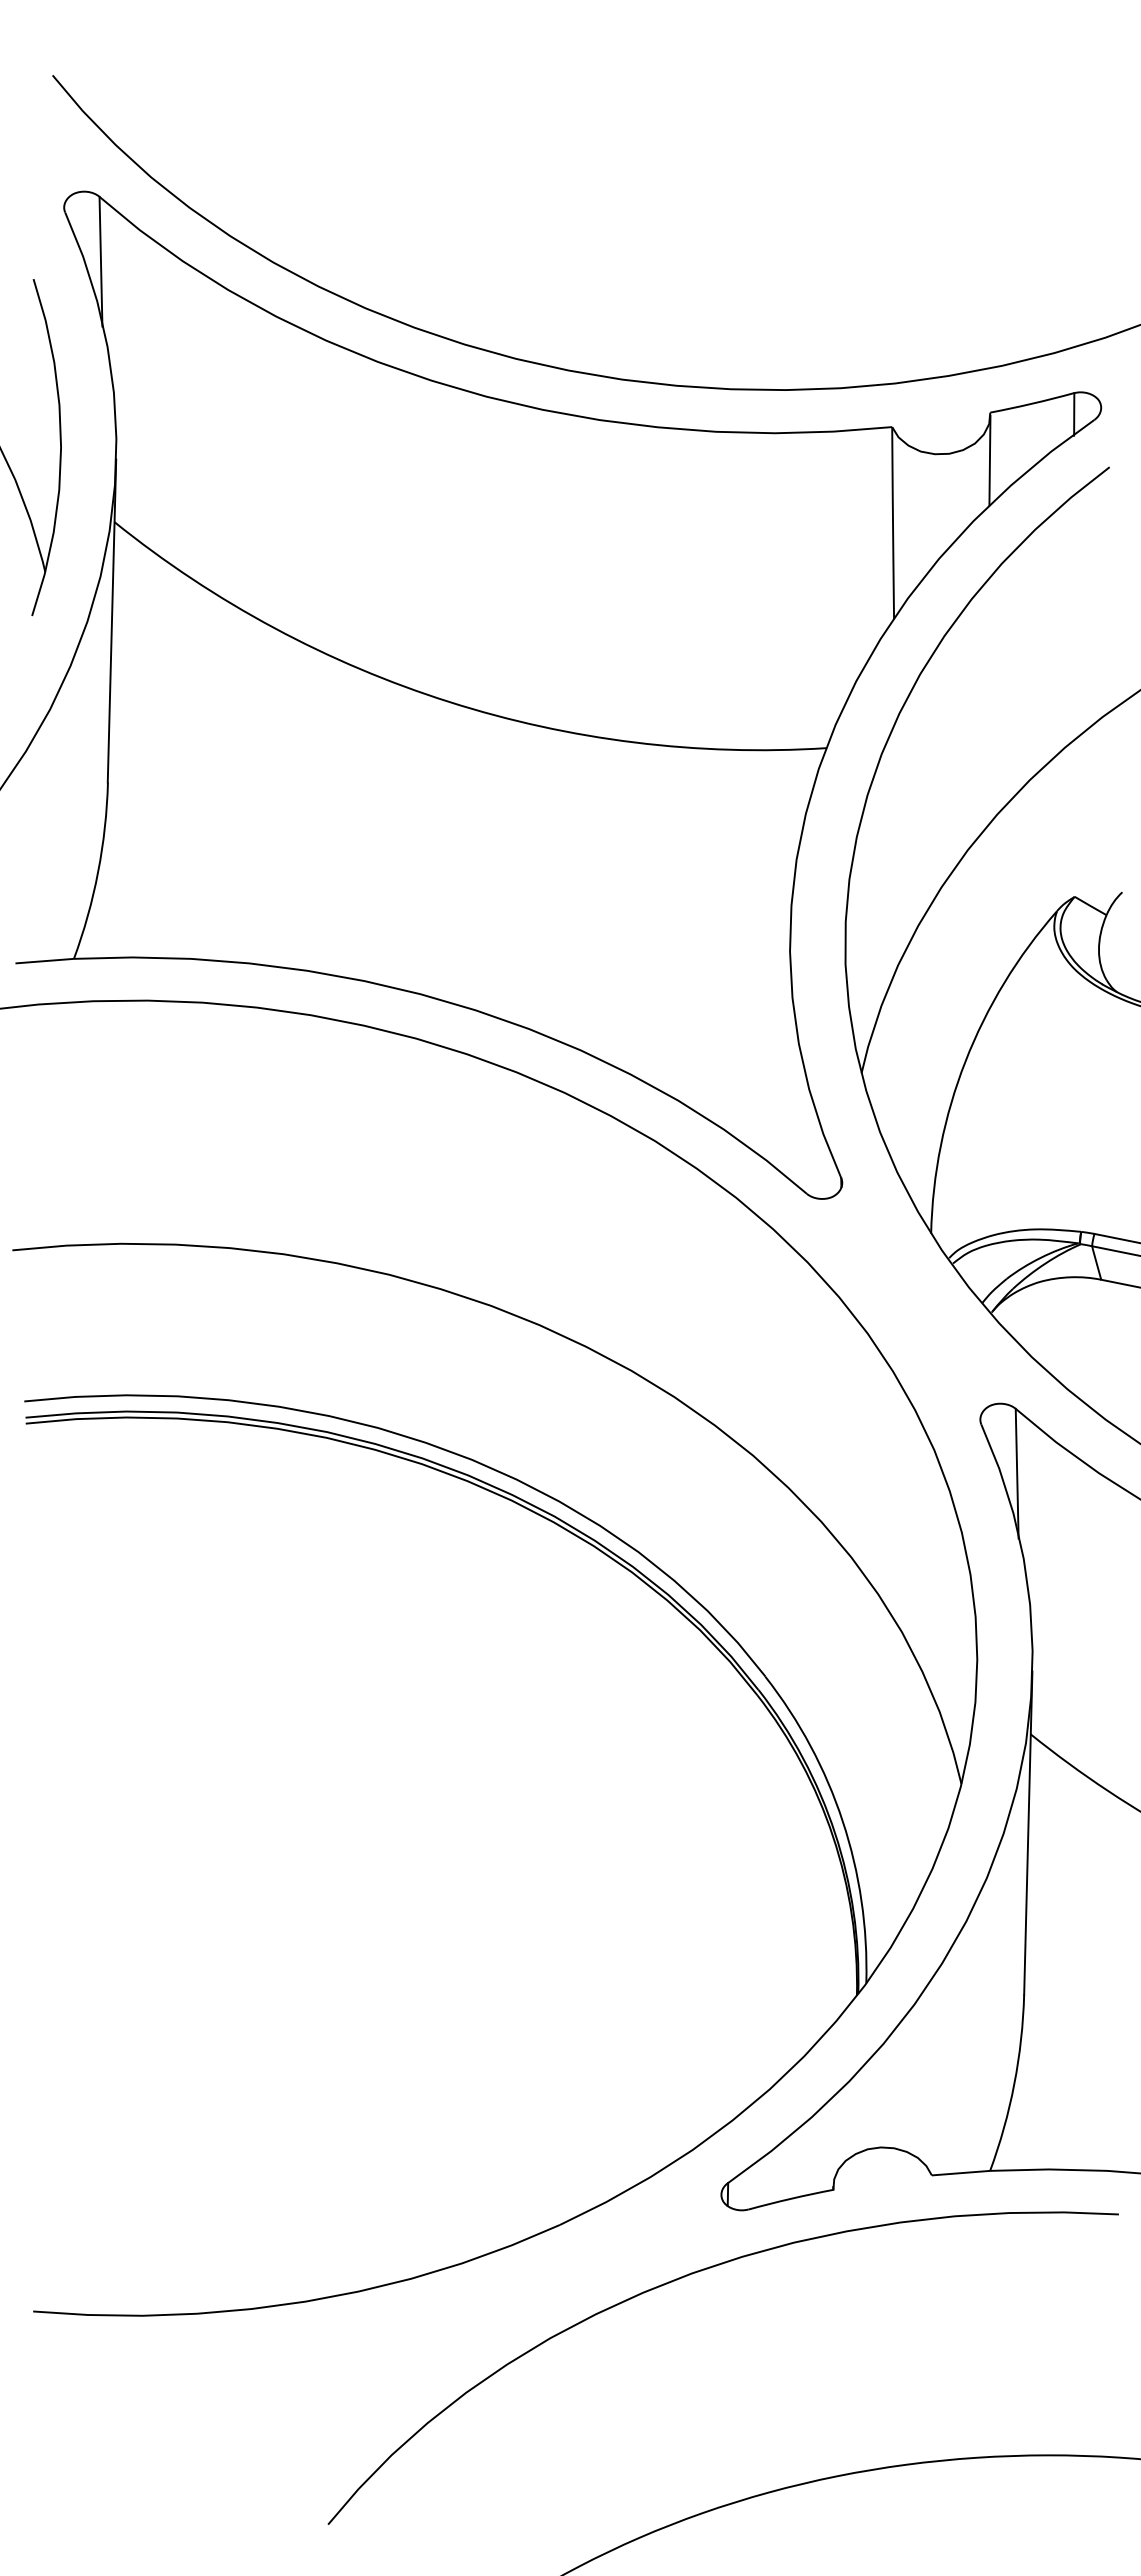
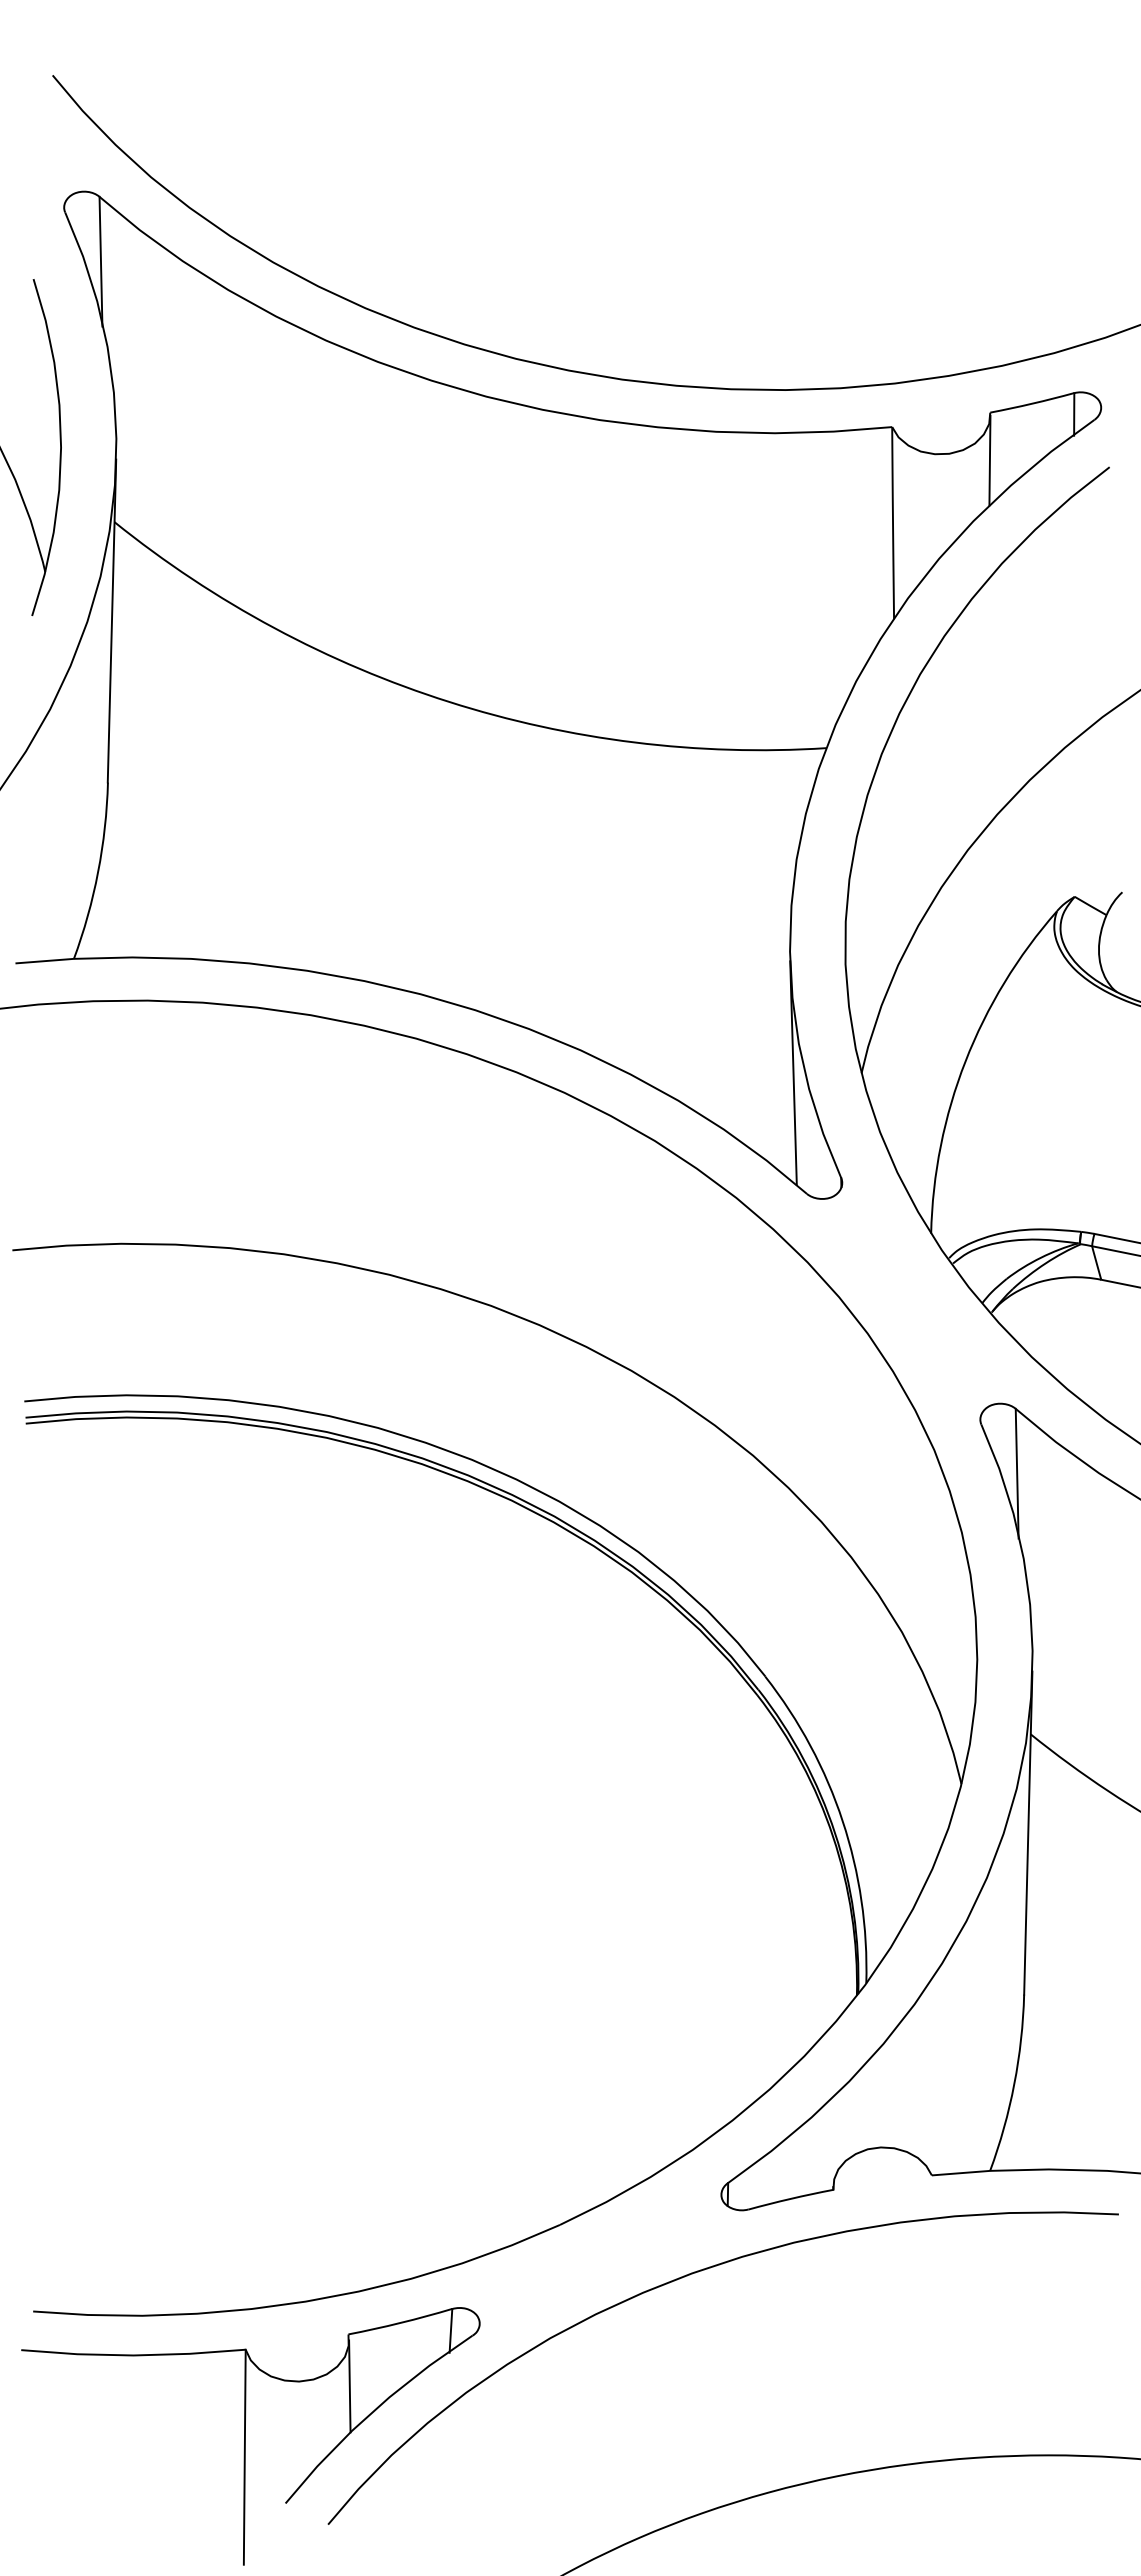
line at (793, 1073): none -> present
part at (250, 2436): none -> present
